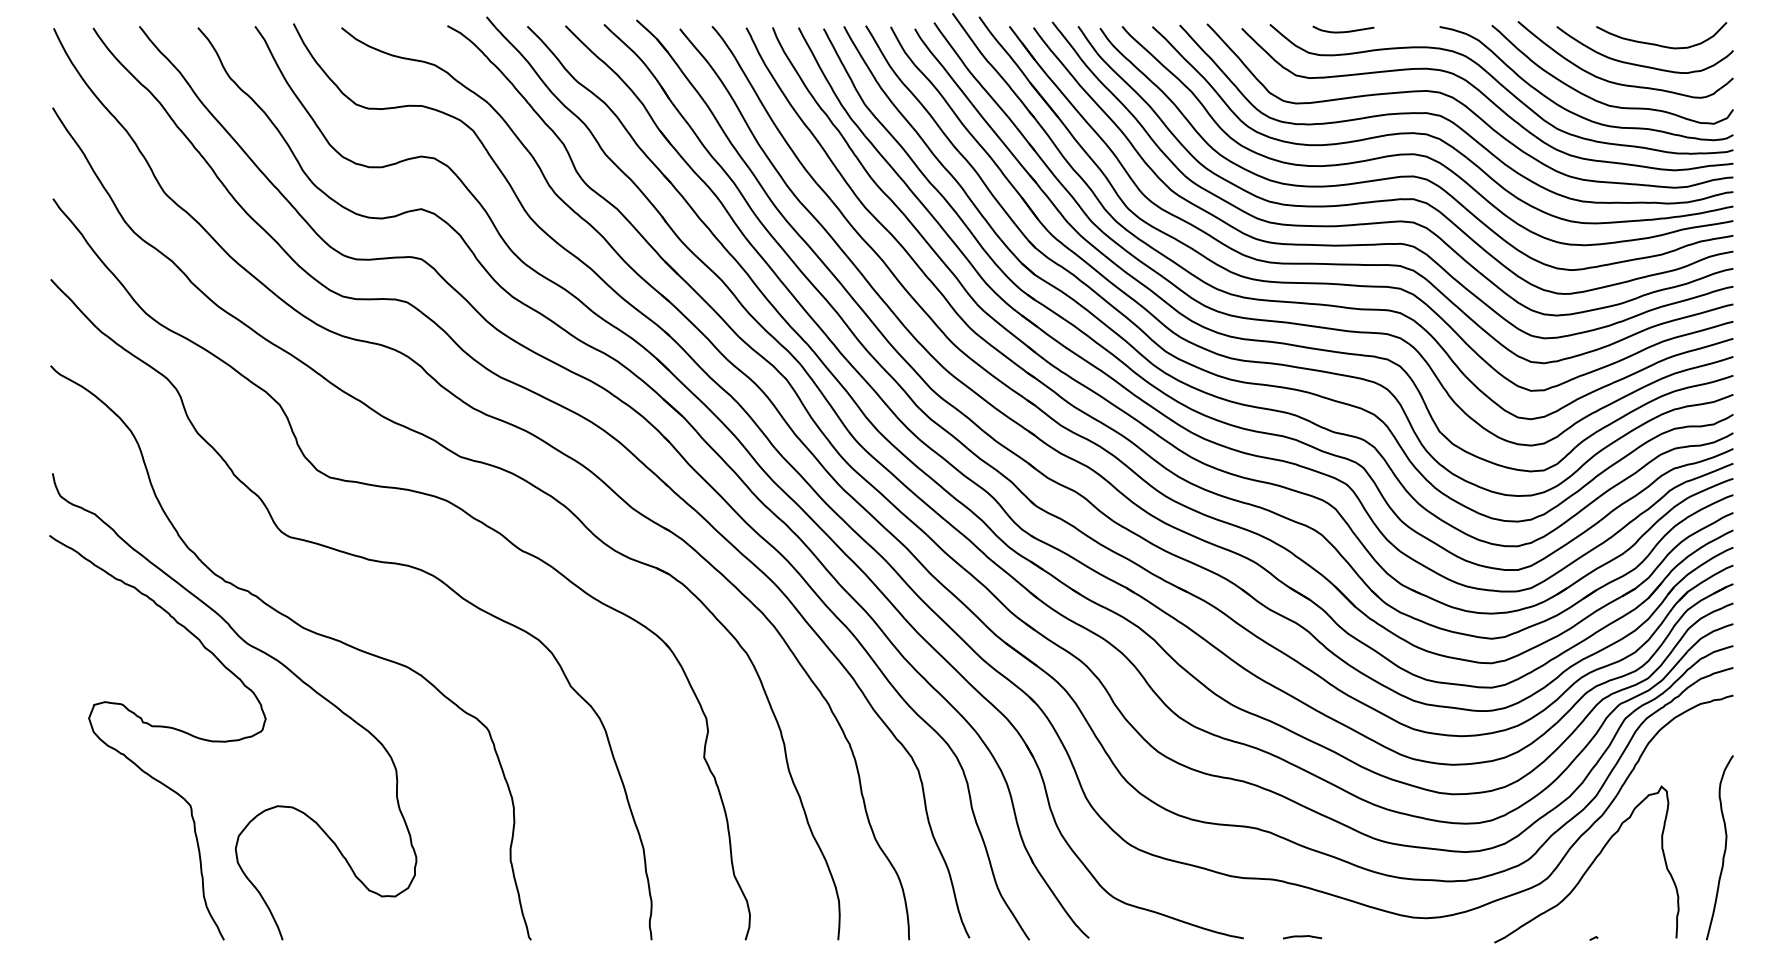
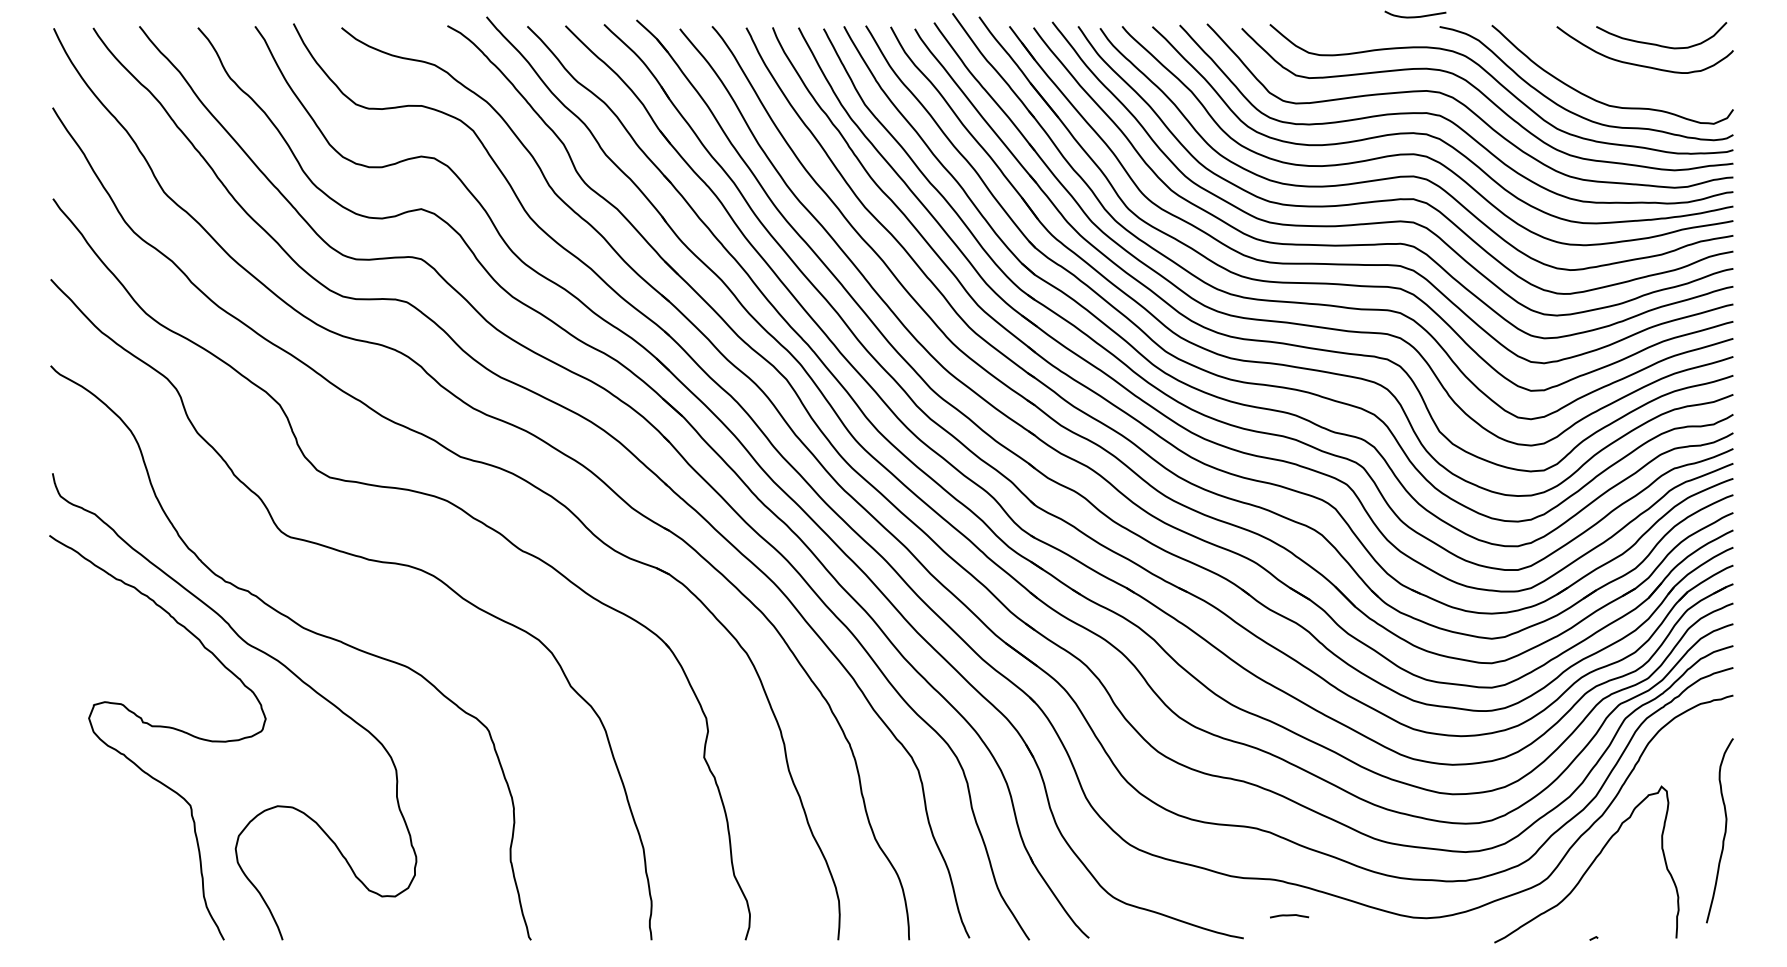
curve at (1343, 31) position: (1343, 31) -> (1415, 16)
curve at (1621, 83): present -> none
curve at (1724, 847) position: (1724, 847) -> (1724, 830)
curve at (1302, 937) position: (1302, 937) -> (1289, 916)
